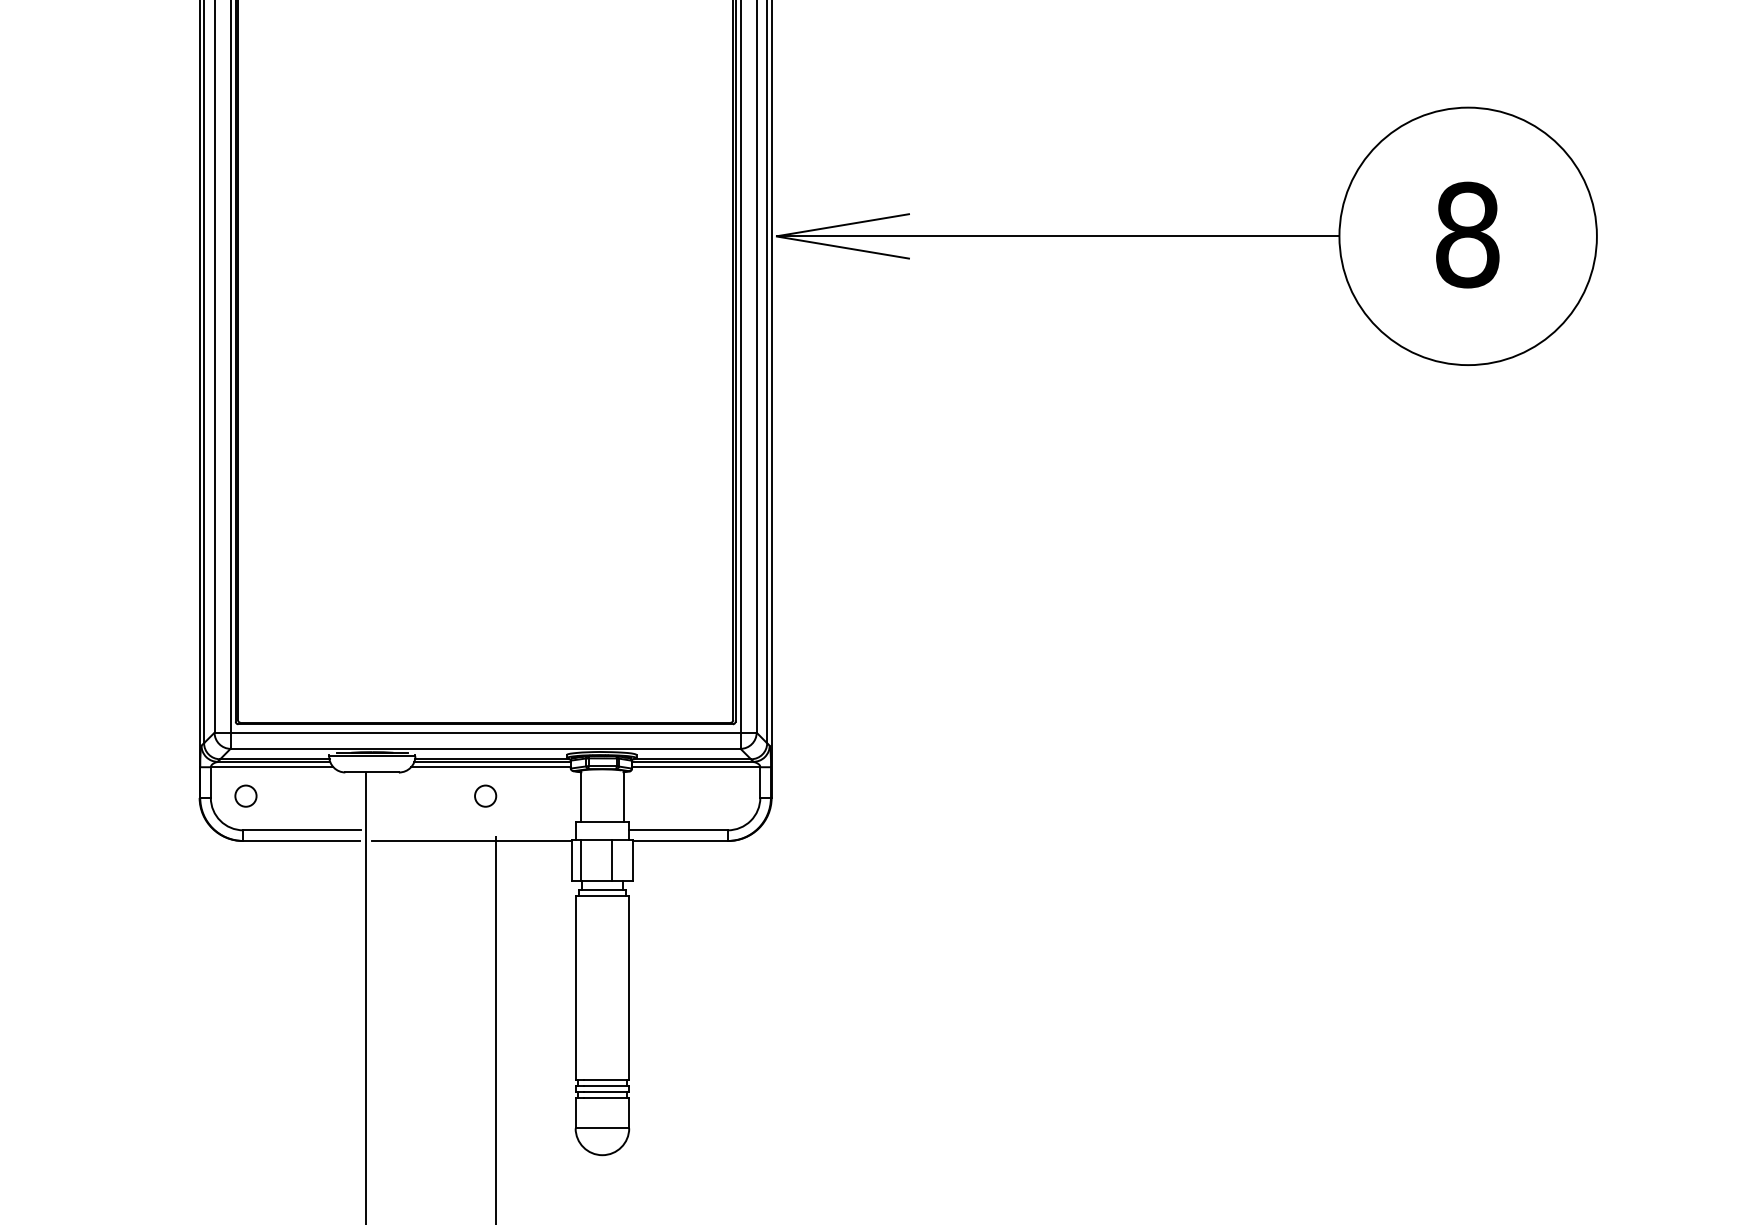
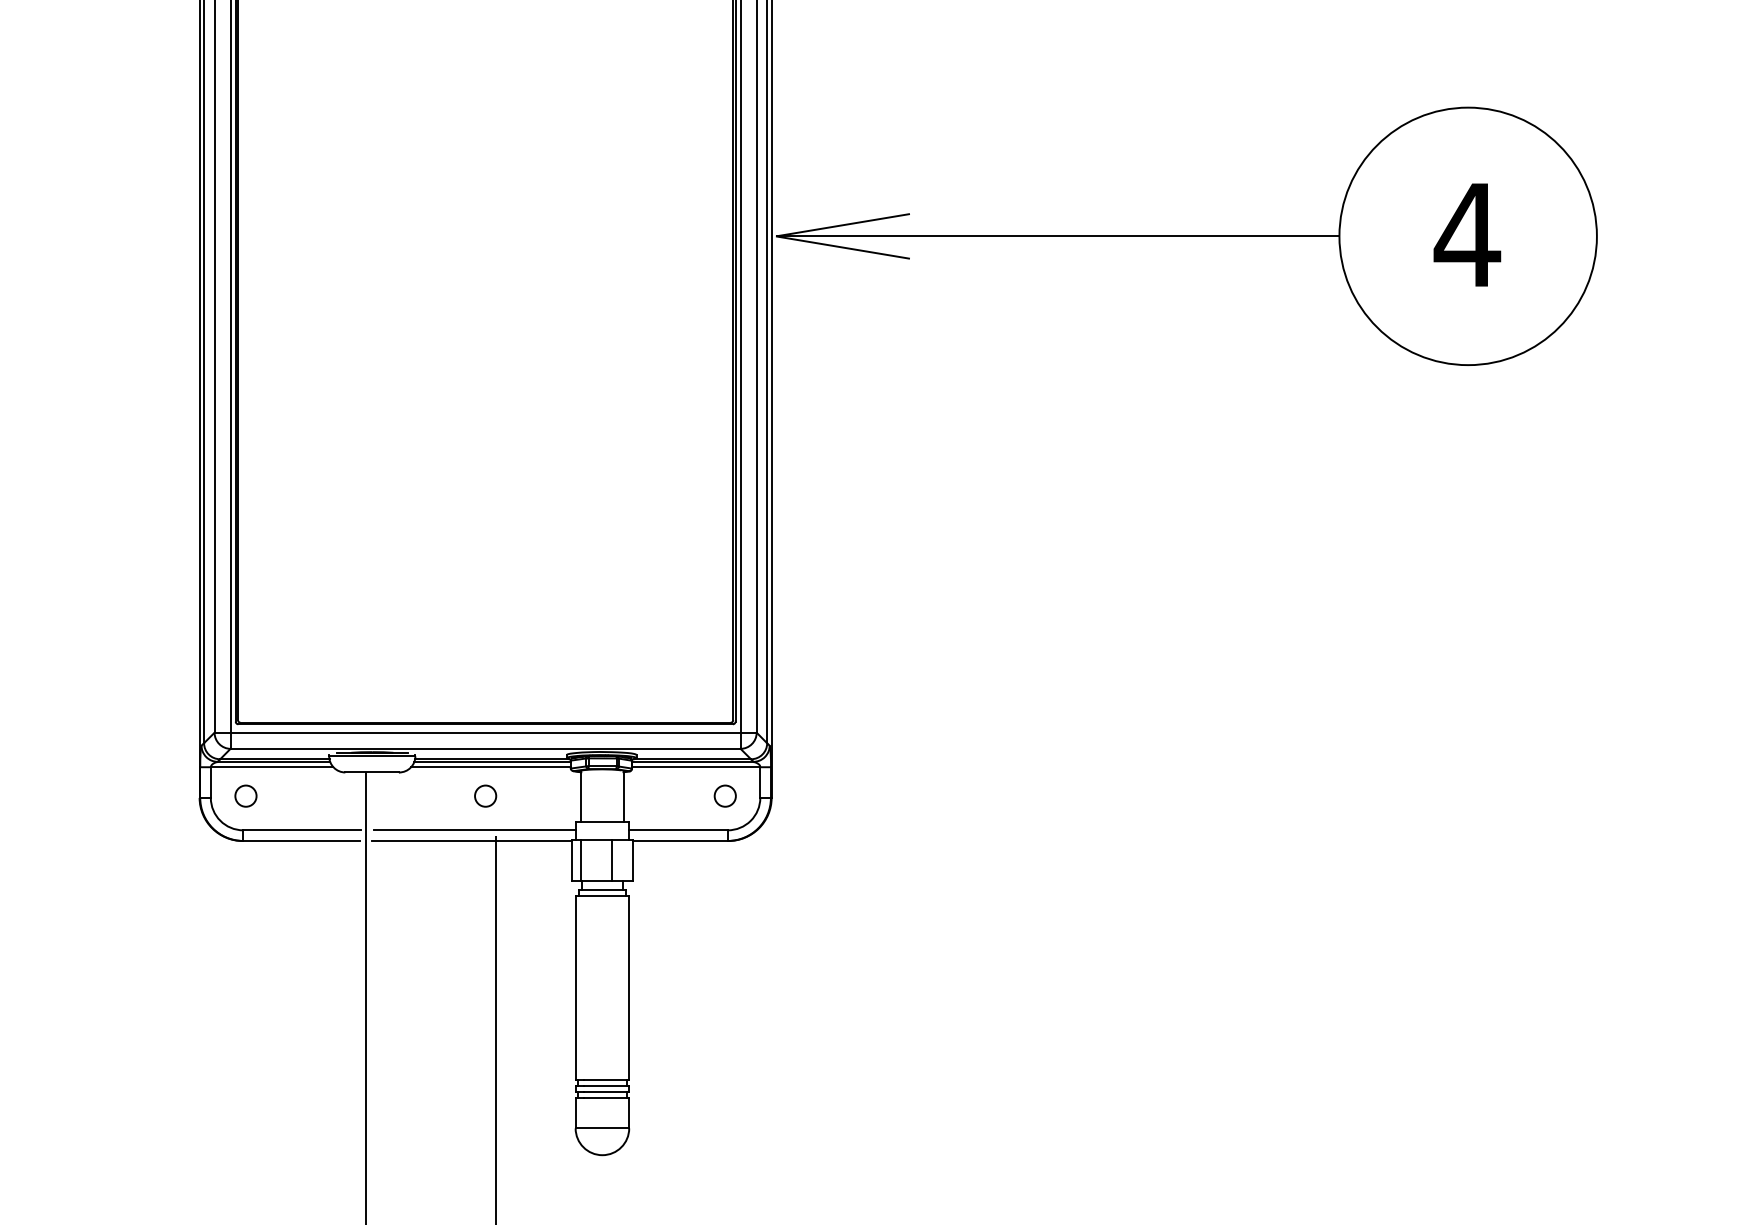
text at (1467, 234): 8 -> 4
circle at (724, 795): none -> present
line at (474, 830): none -> present
